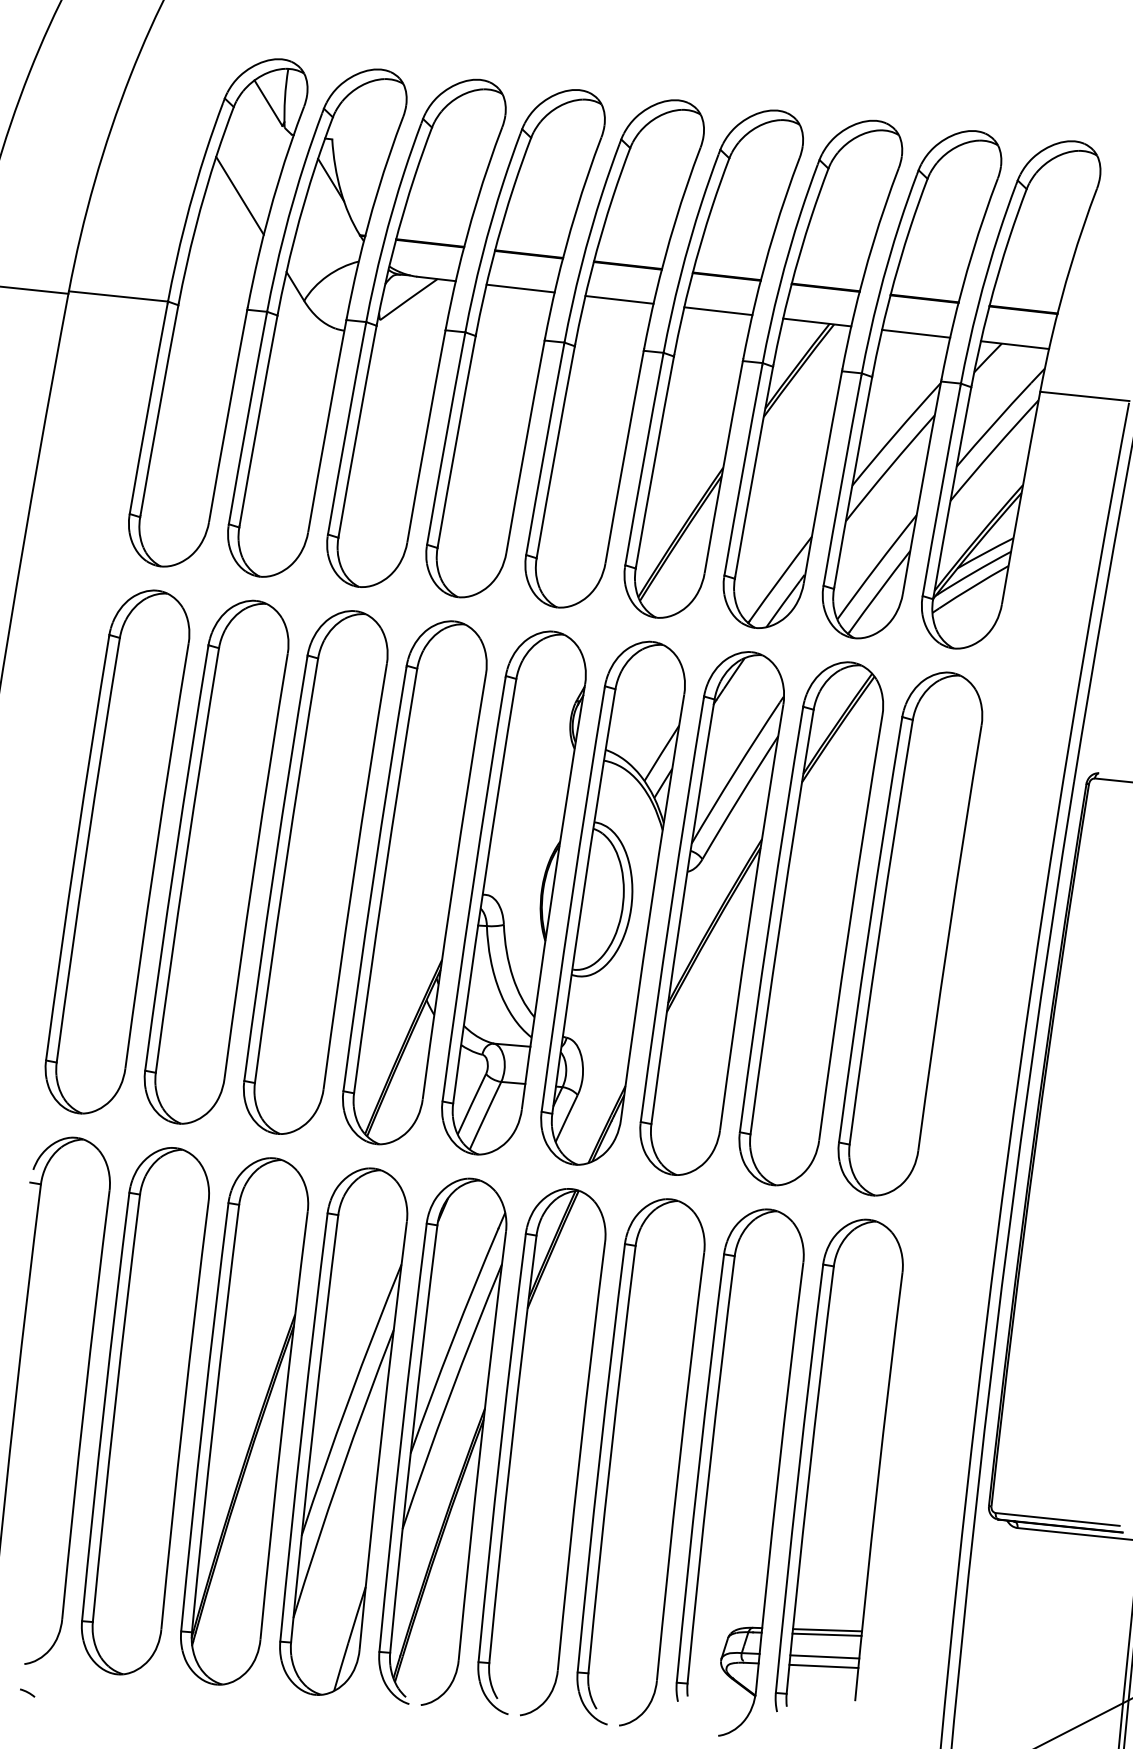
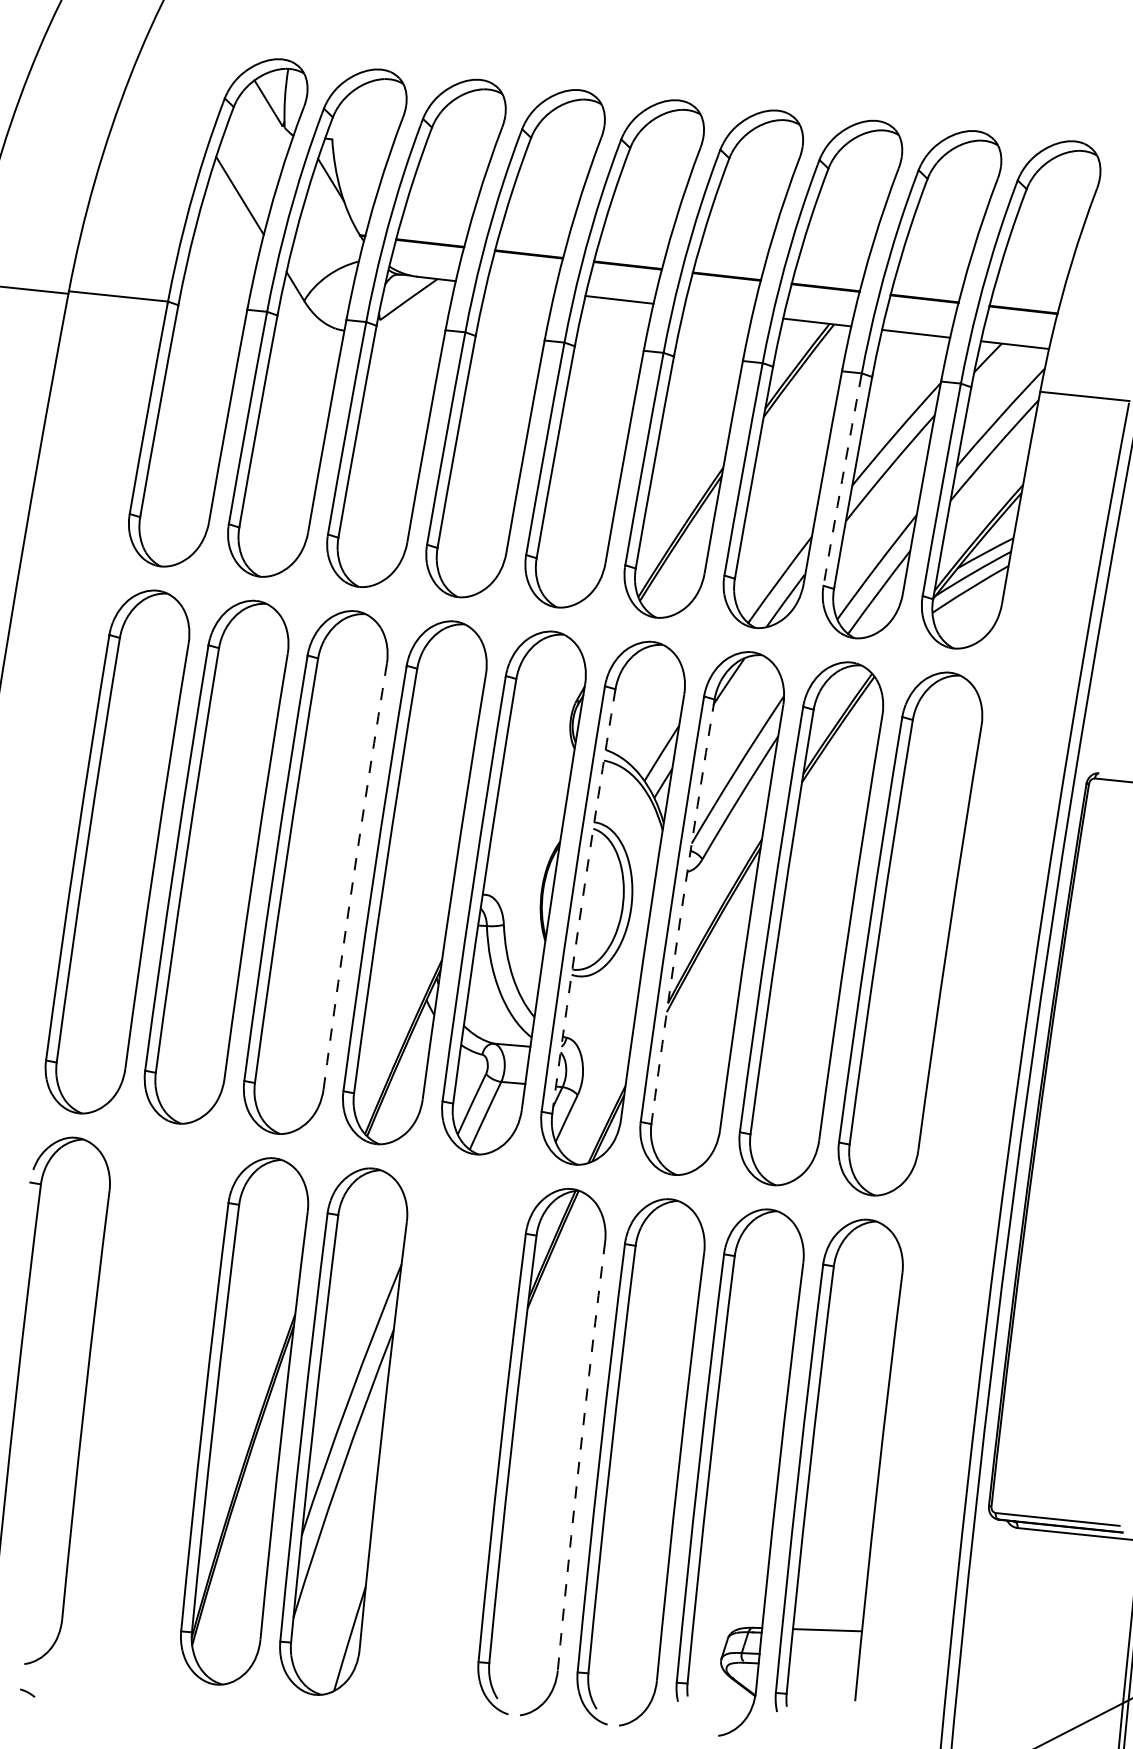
line at (520, 288): present -> none
line at (718, 311): present -> none
arc at (842, 480): solid -> dashed
arc at (353, 876): solid -> dashed
arc at (582, 901): solid -> dashed
arc at (681, 911): solid -> dashed
part at (144, 1411): present -> none
part at (442, 1441): present -> none
arc at (579, 1456): solid -> dashed
line at (826, 1634): present -> none
line at (824, 1656): present -> none
line at (823, 1666): present -> none
